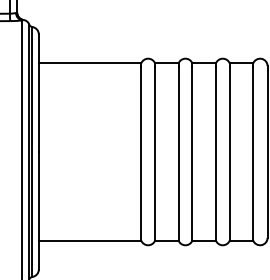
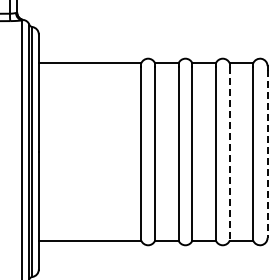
line at (229, 153): solid -> dashed
line at (267, 154): solid -> dashed
